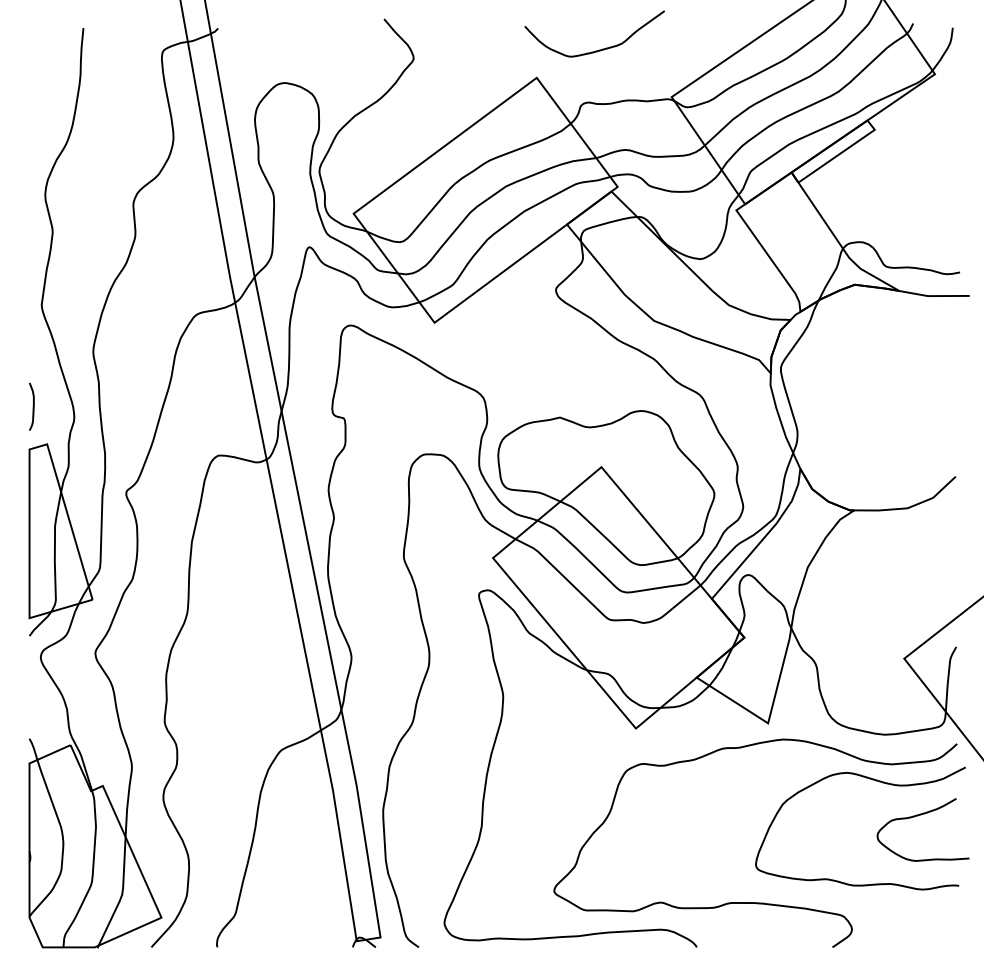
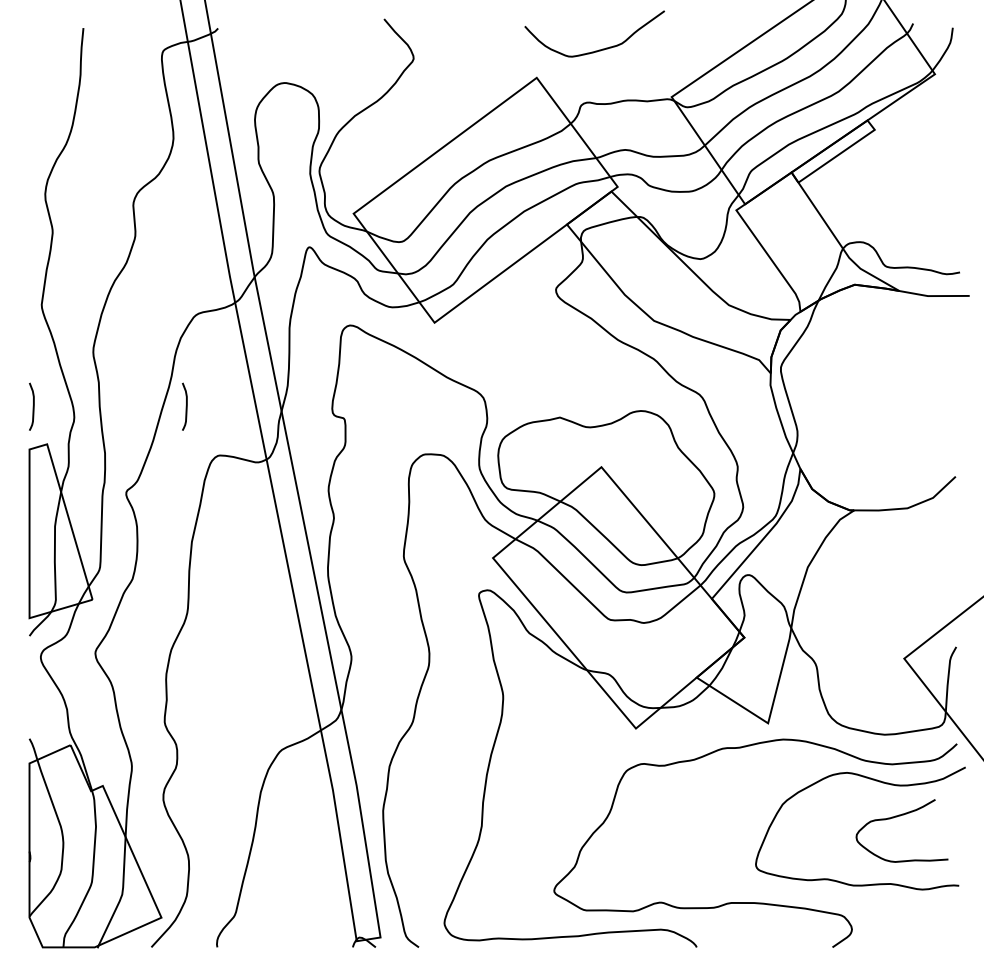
curve at (185, 406): none -> present
curve at (918, 816) position: (918, 816) -> (897, 817)
